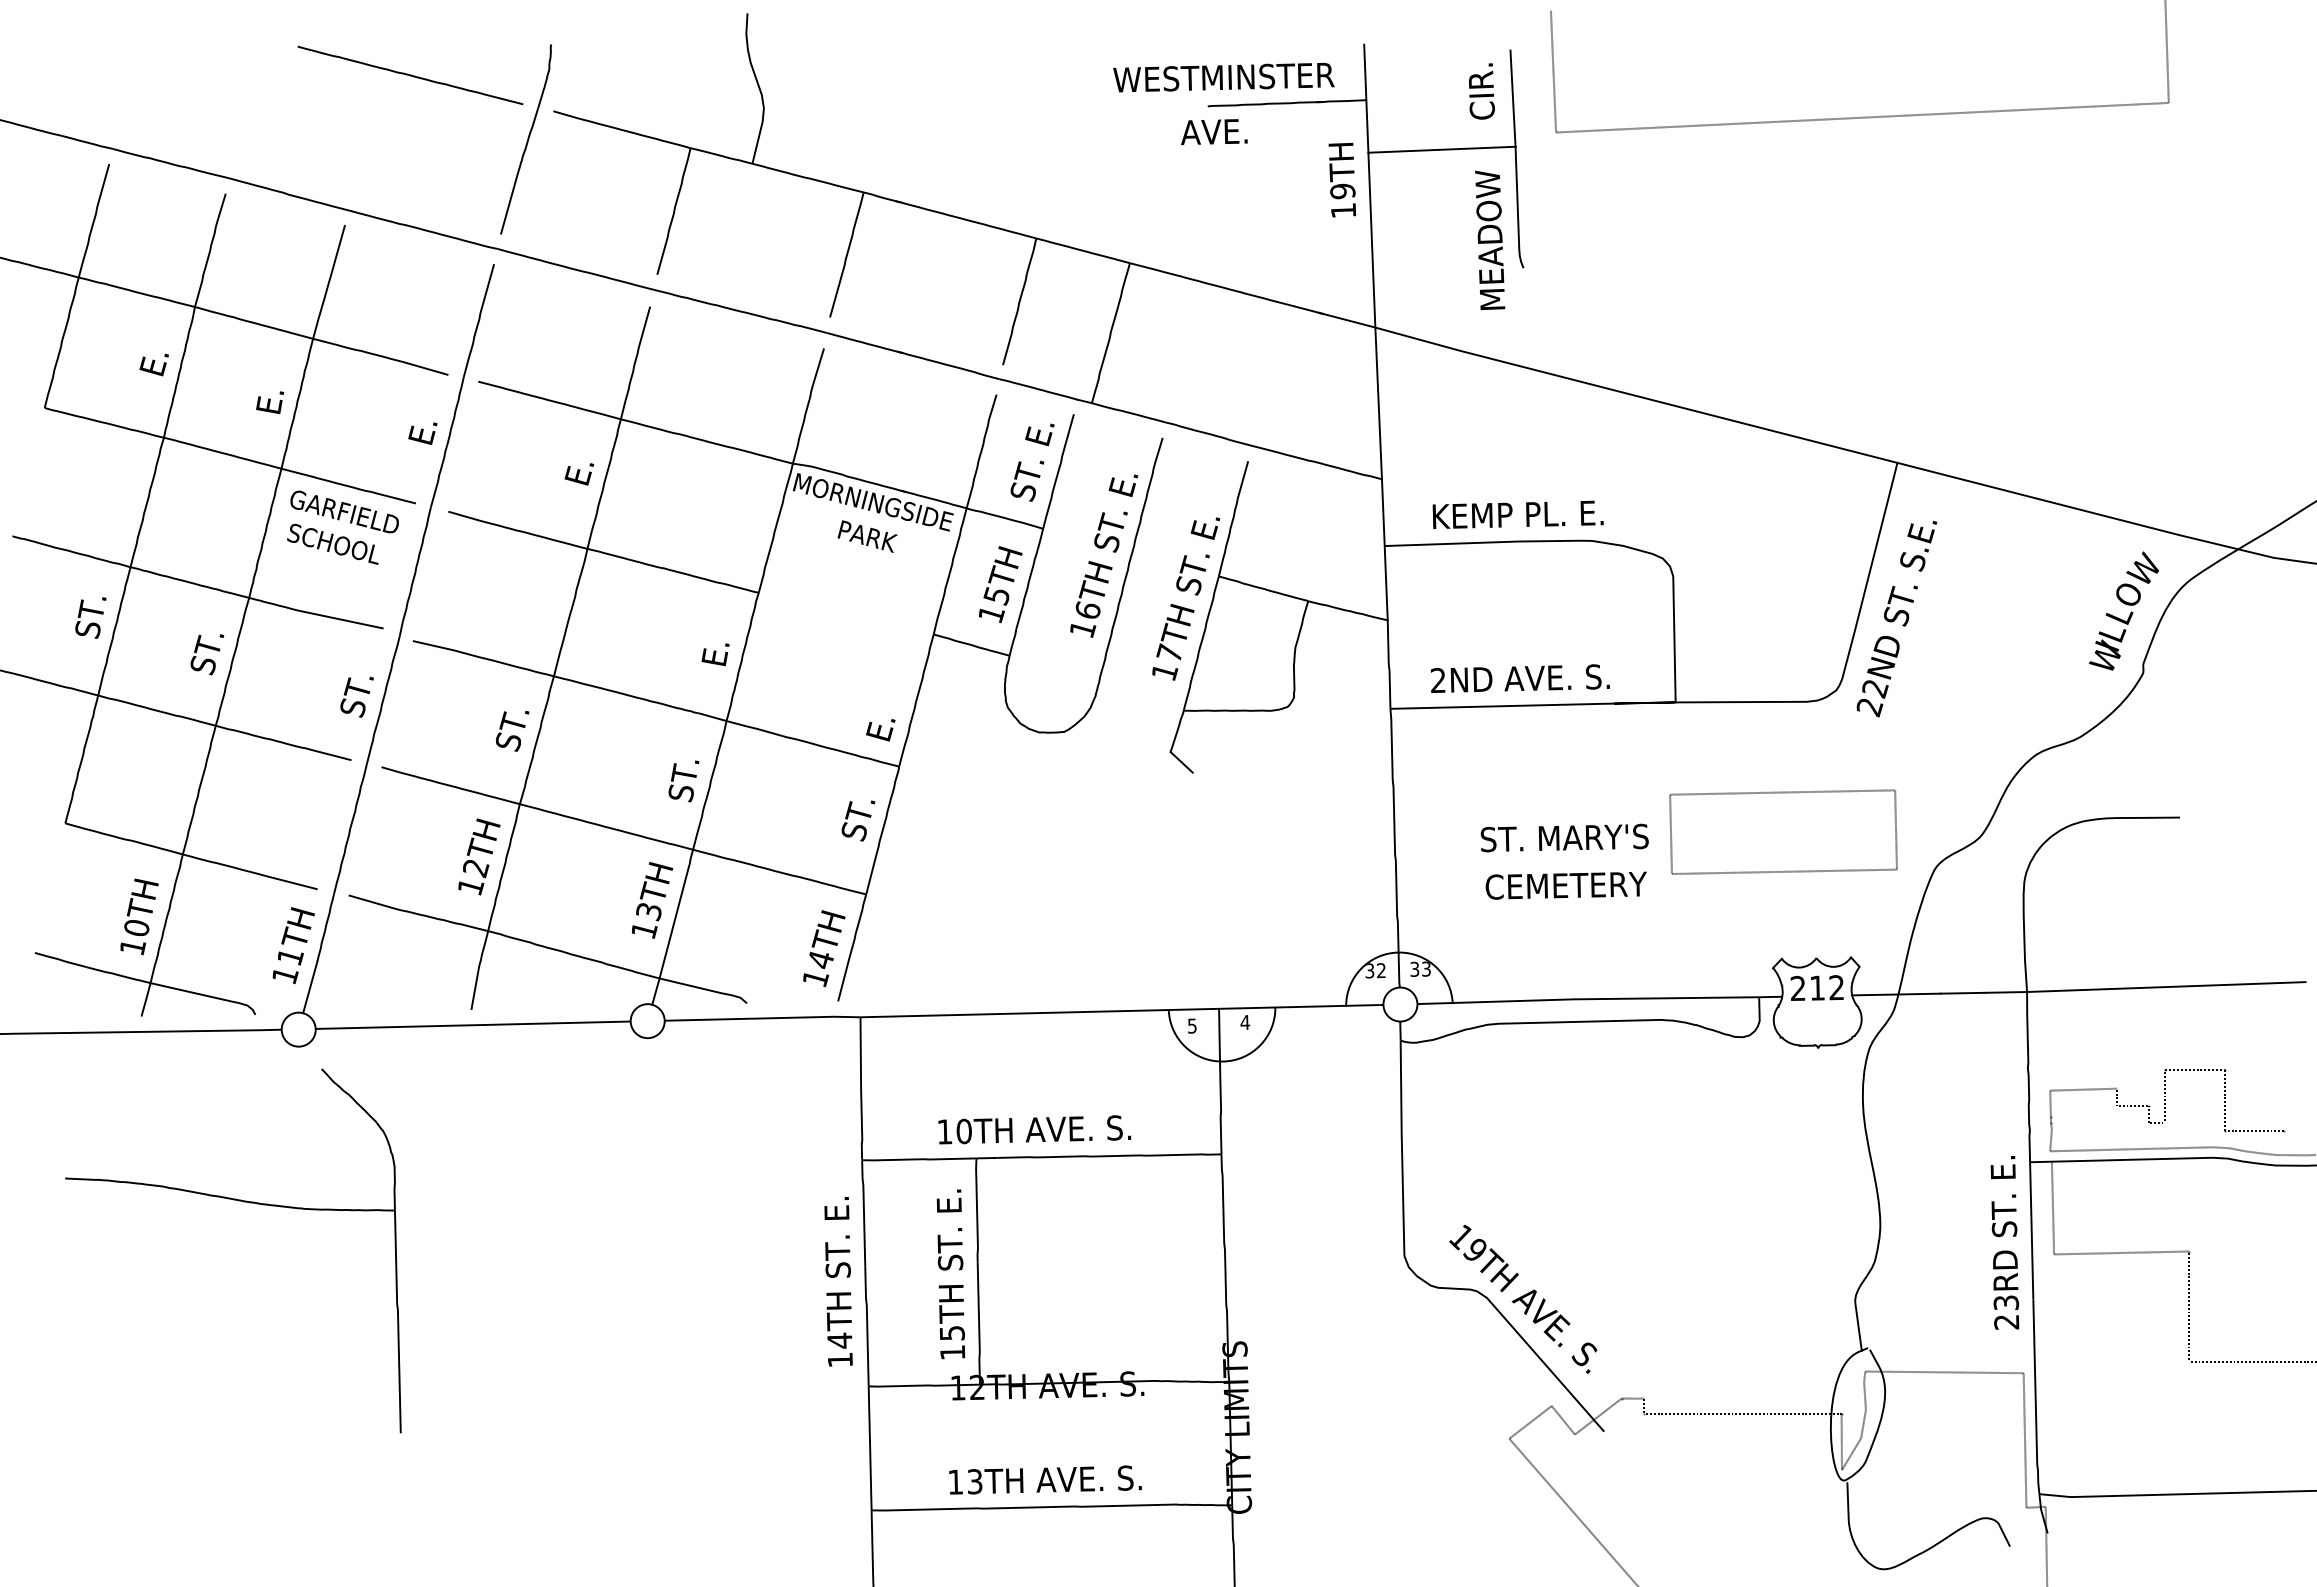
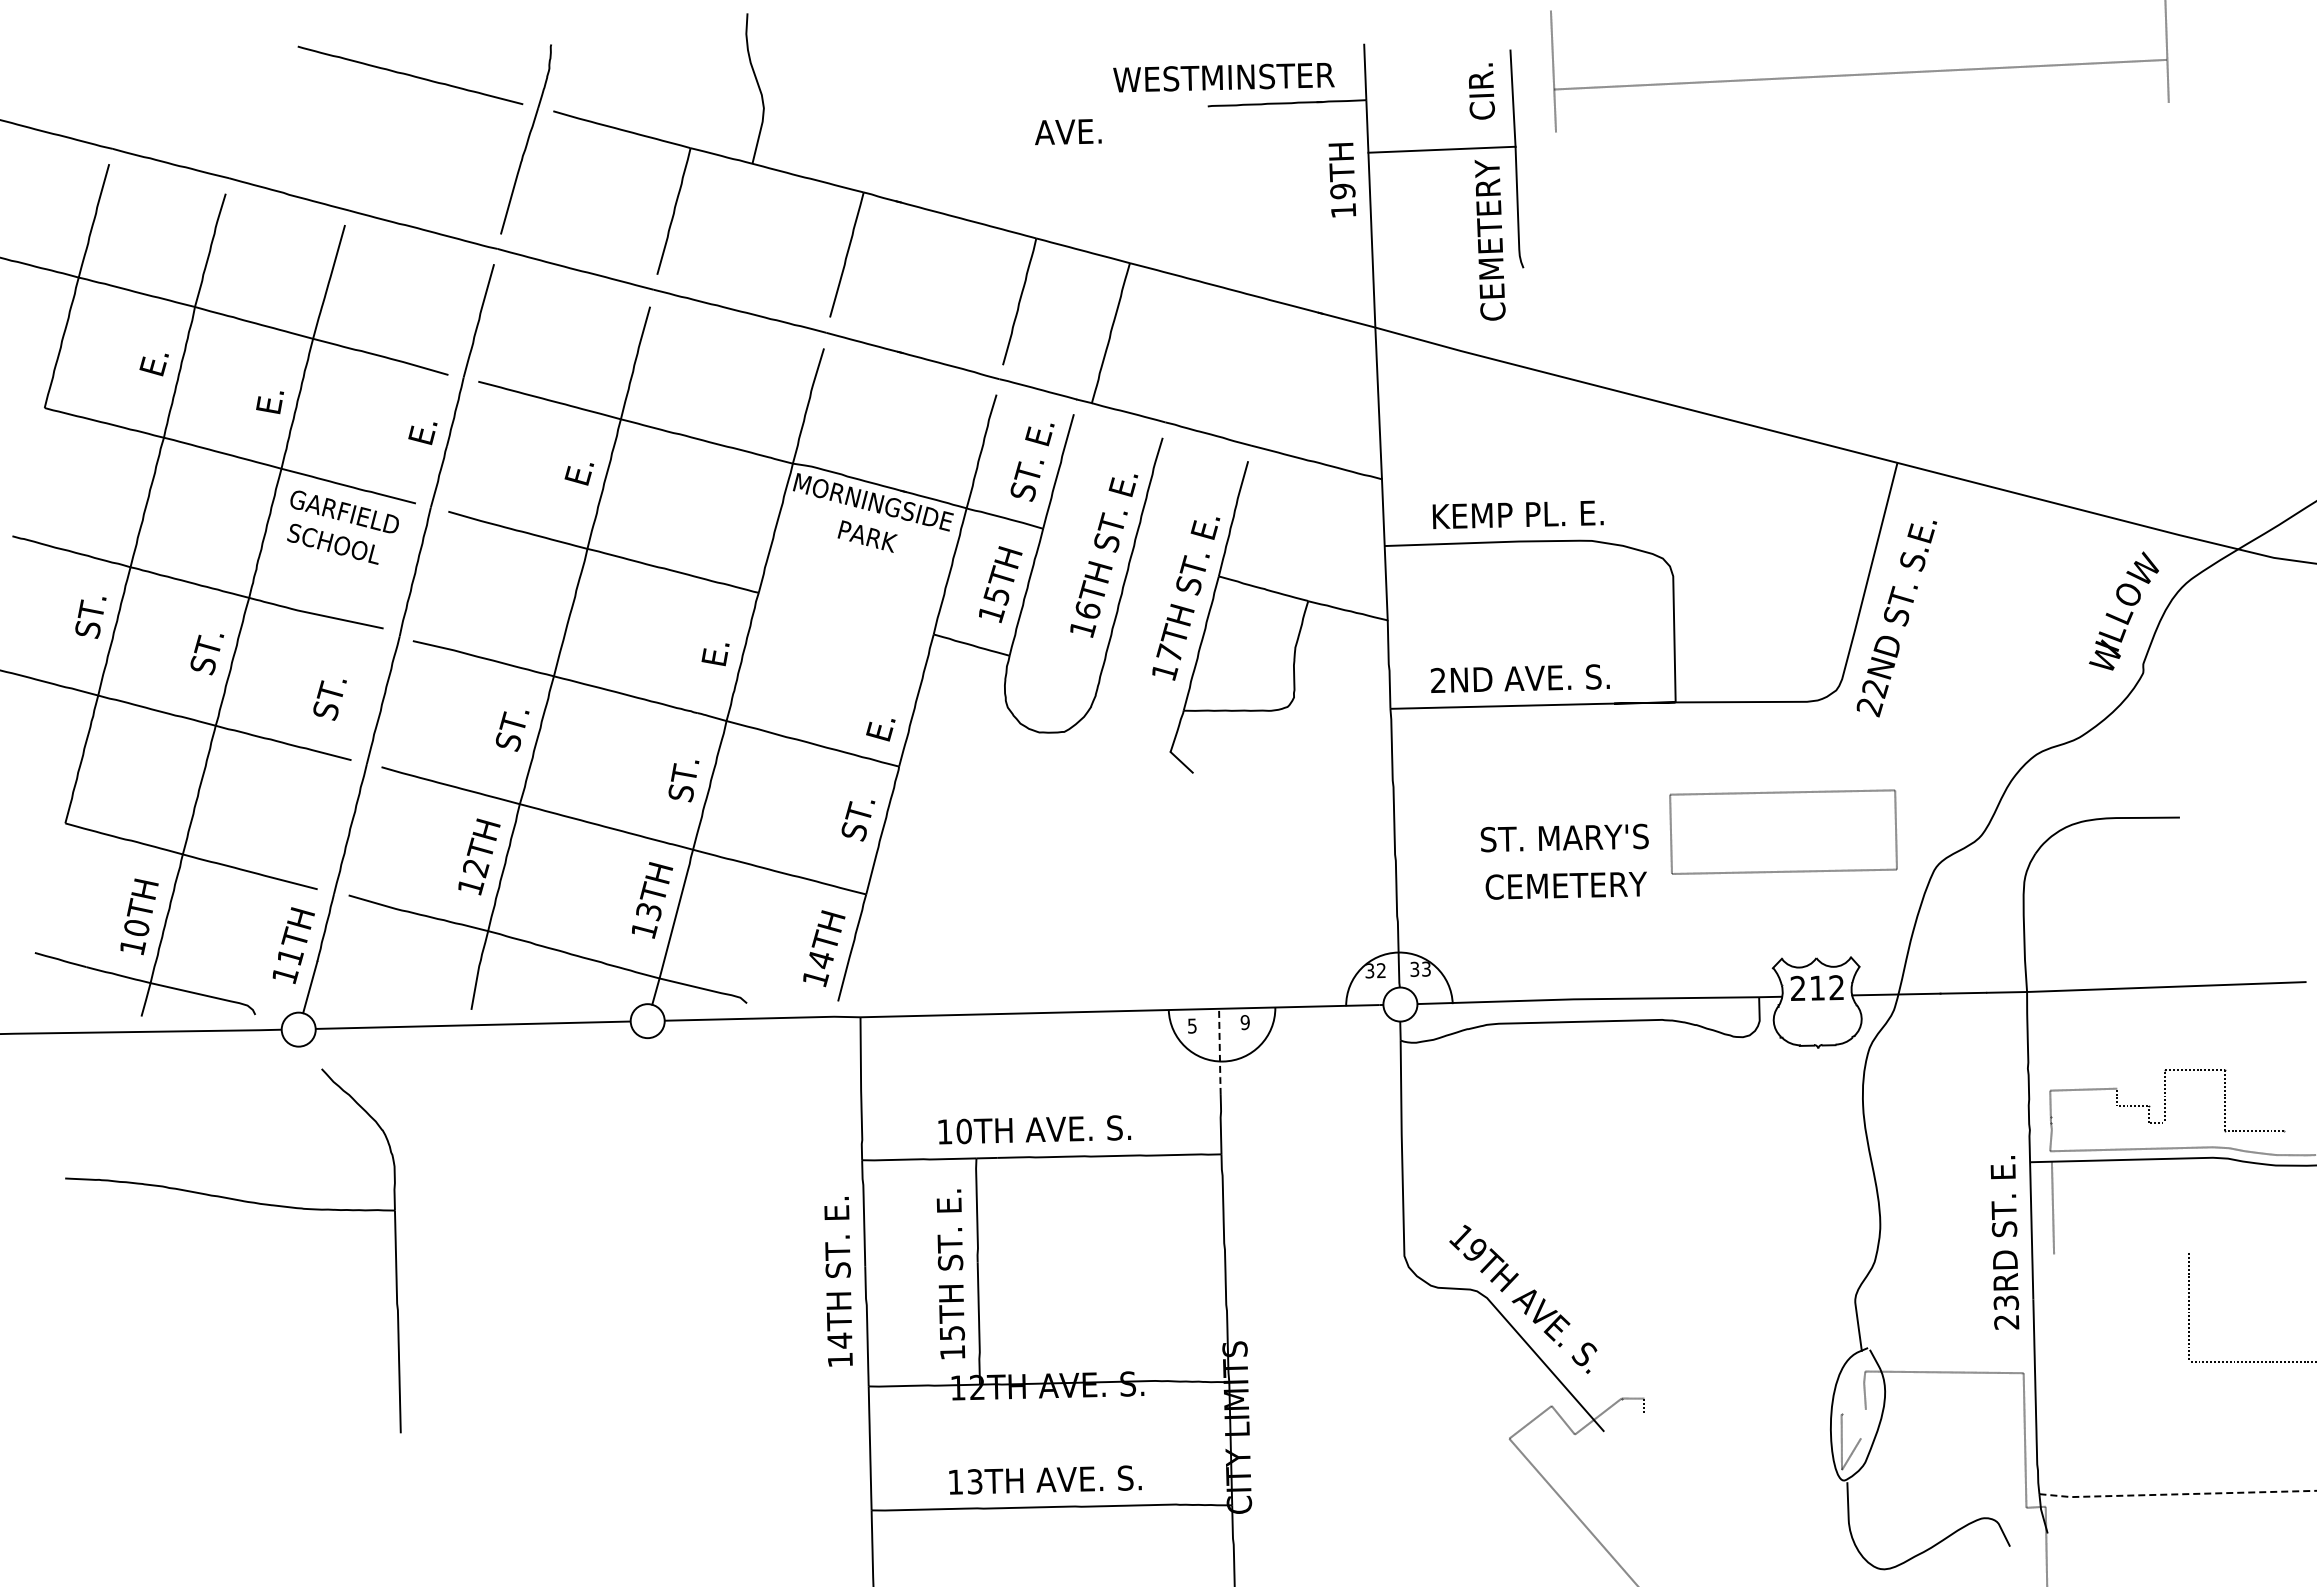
line at (1862, 117) position: (1862, 117) -> (1860, 74)
text at (1214, 132) position: (1214, 132) -> (1068, 132)
text at (1489, 240): MEADOW -> CEMETERY
text at (356, 696) position: (356, 696) -> (329, 699)
text at (1245, 1022): 4 -> 9
line at (1219, 1052): solid -> dashed
line at (2121, 1252): present -> none
line at (1742, 1414): present -> none
line at (1863, 1423): present -> none
line at (2177, 1494): solid -> dashed
